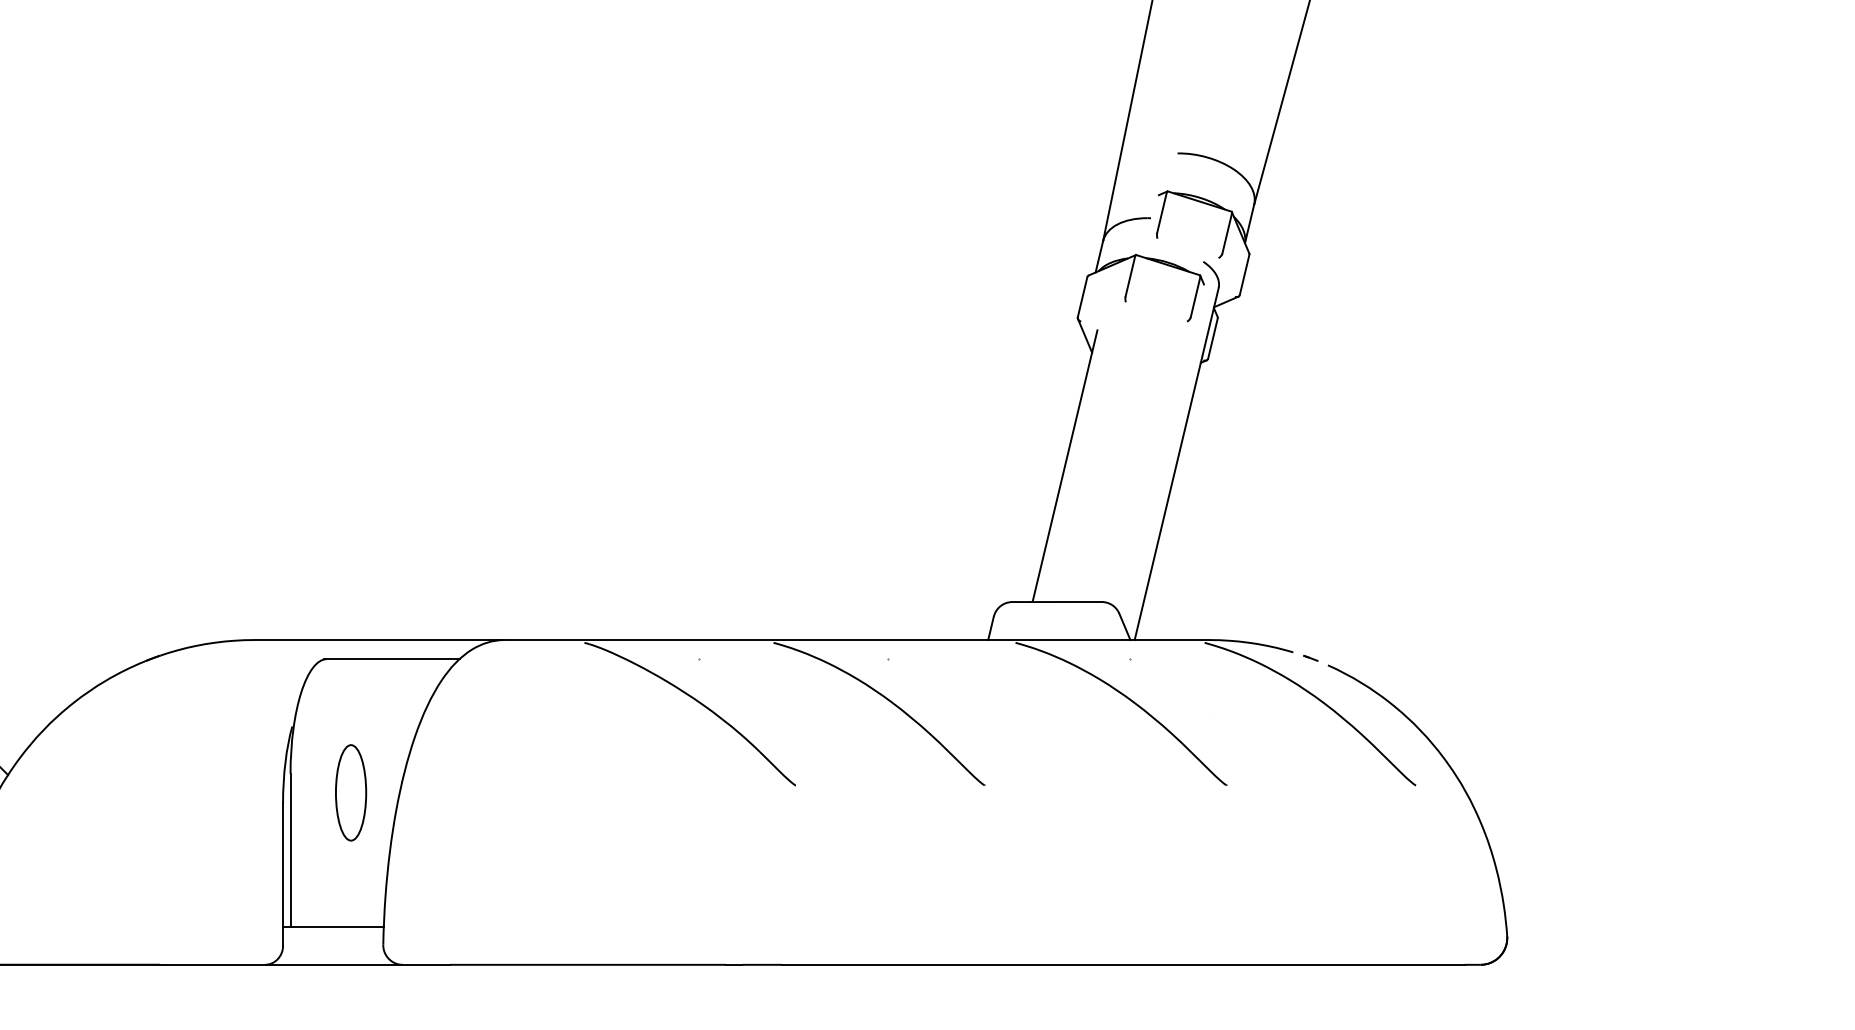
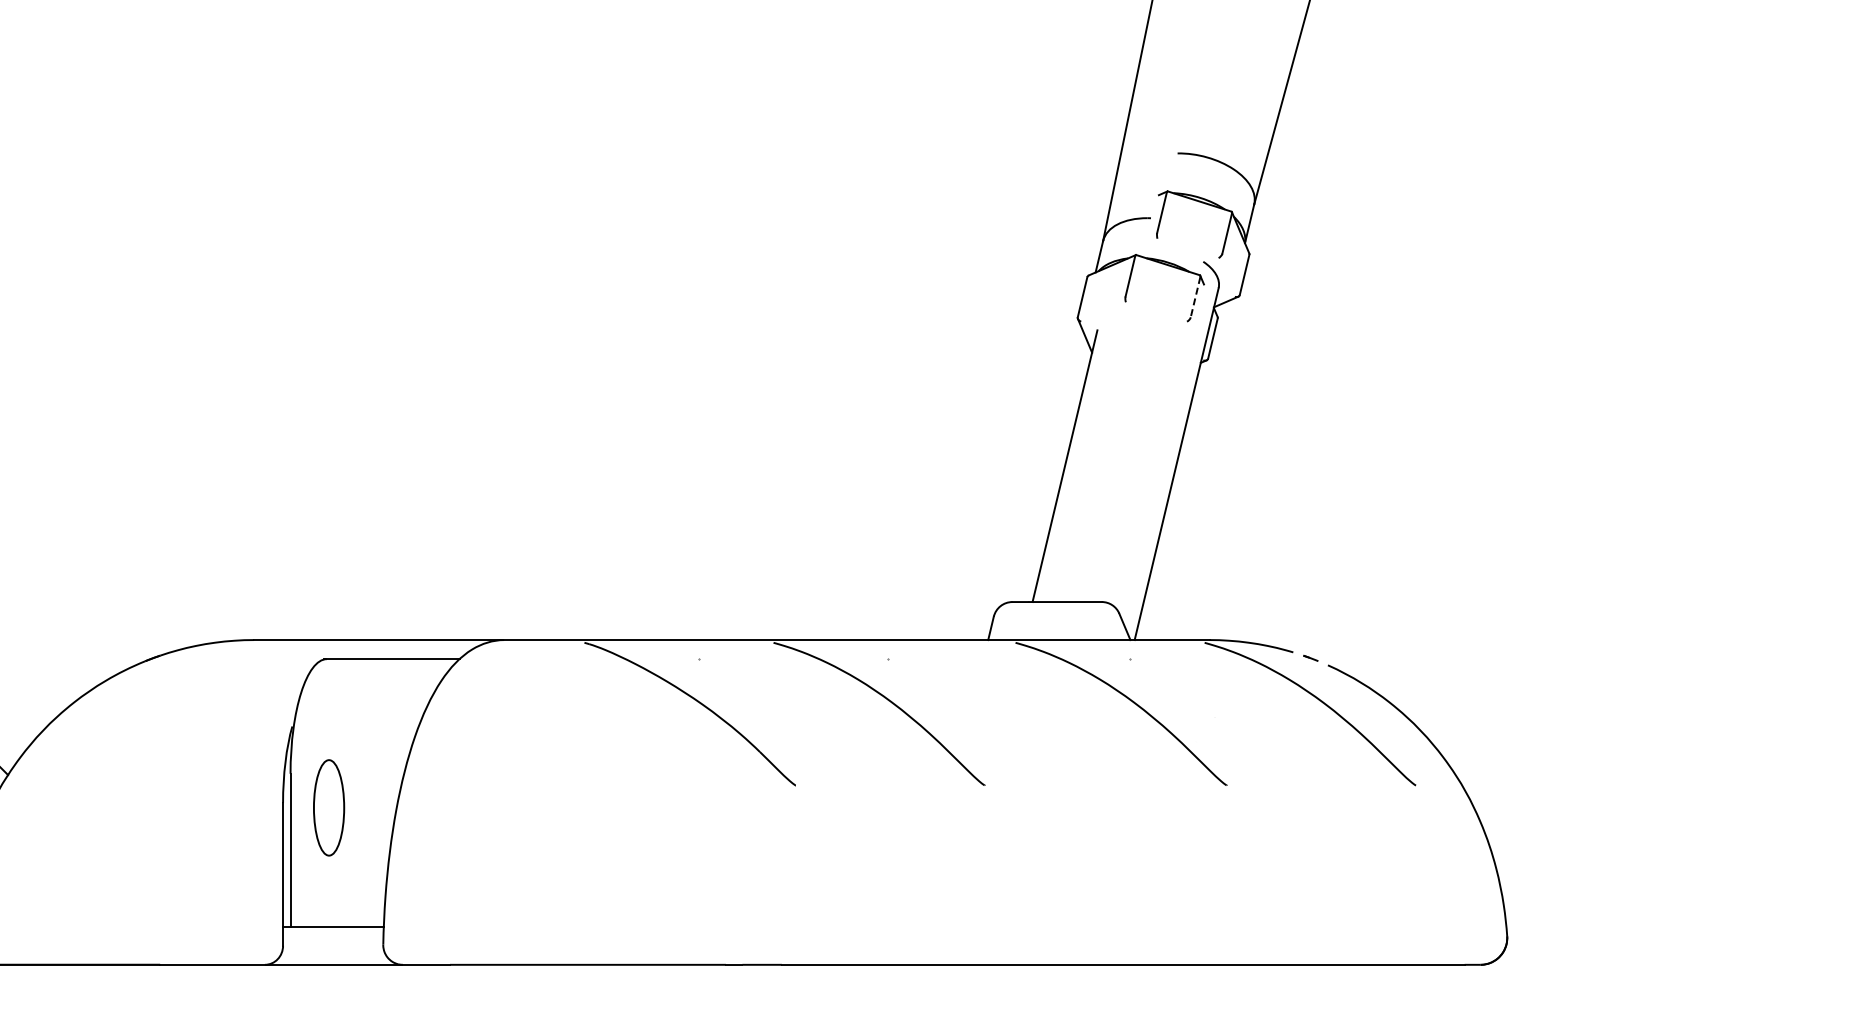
line at (1195, 297): solid -> dashed
part at (351, 792) position: (351, 792) -> (329, 807)
